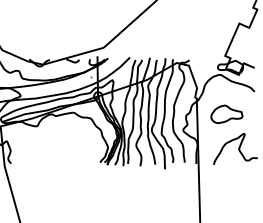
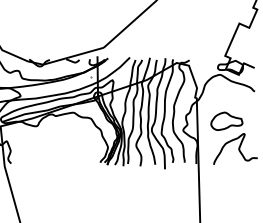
part at (226, 113) position: (226, 113) -> (226, 120)
